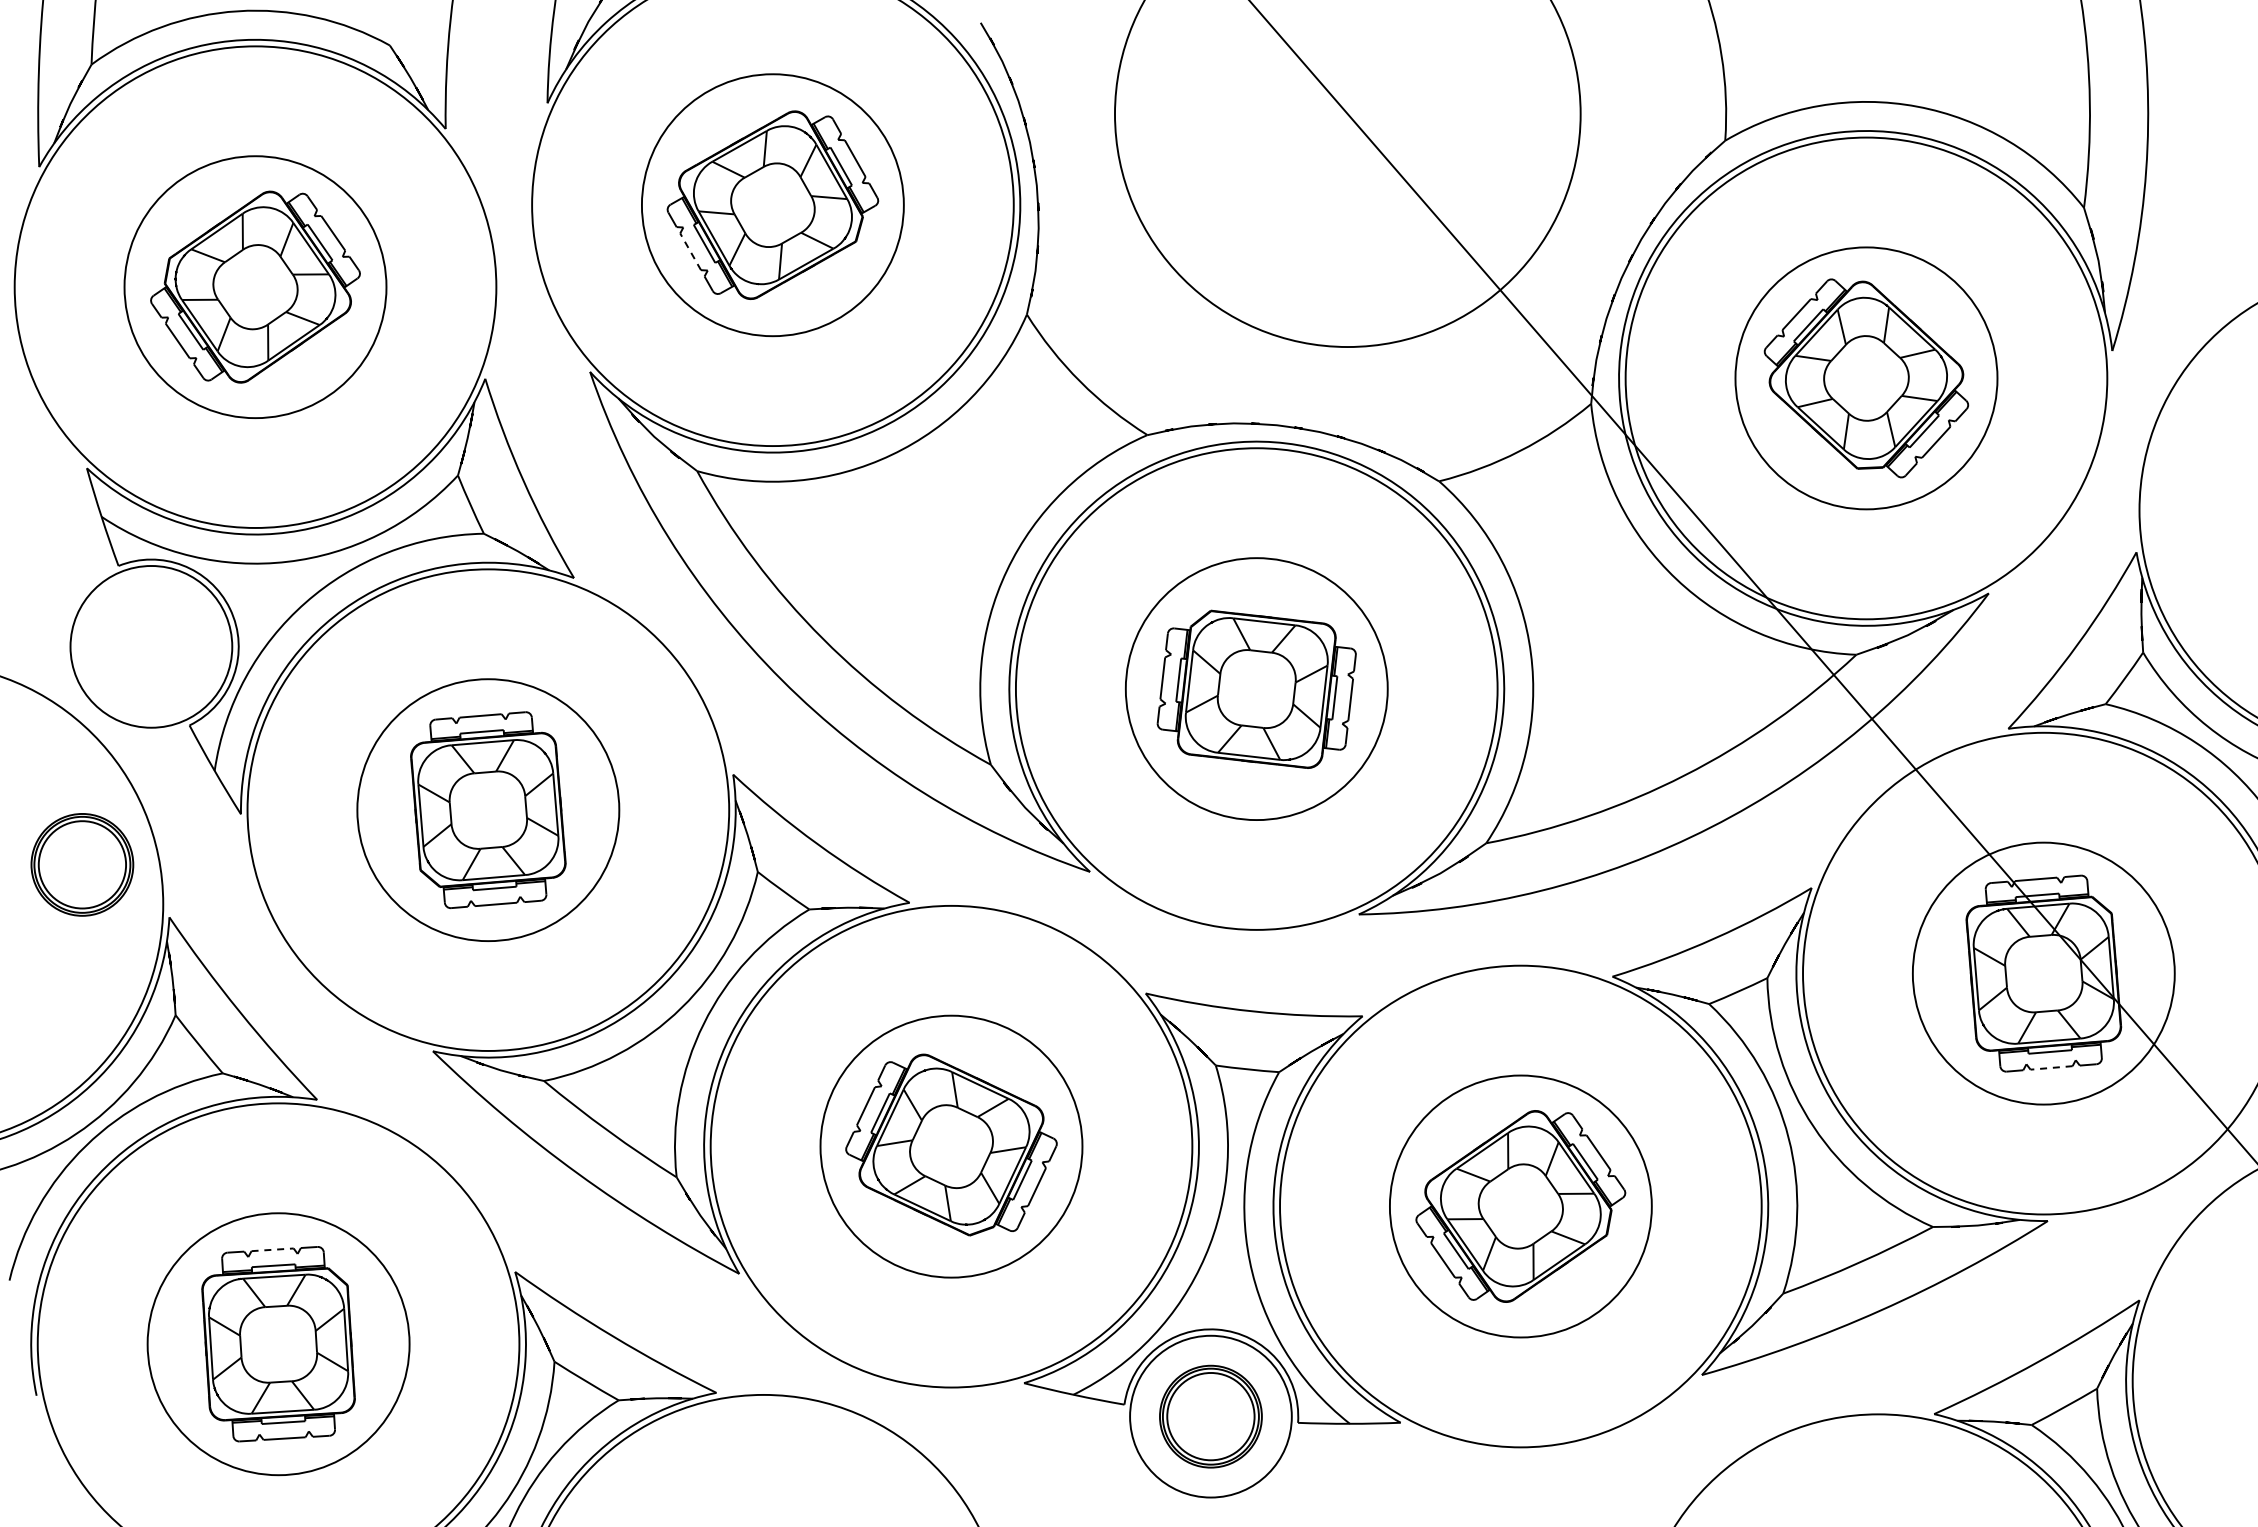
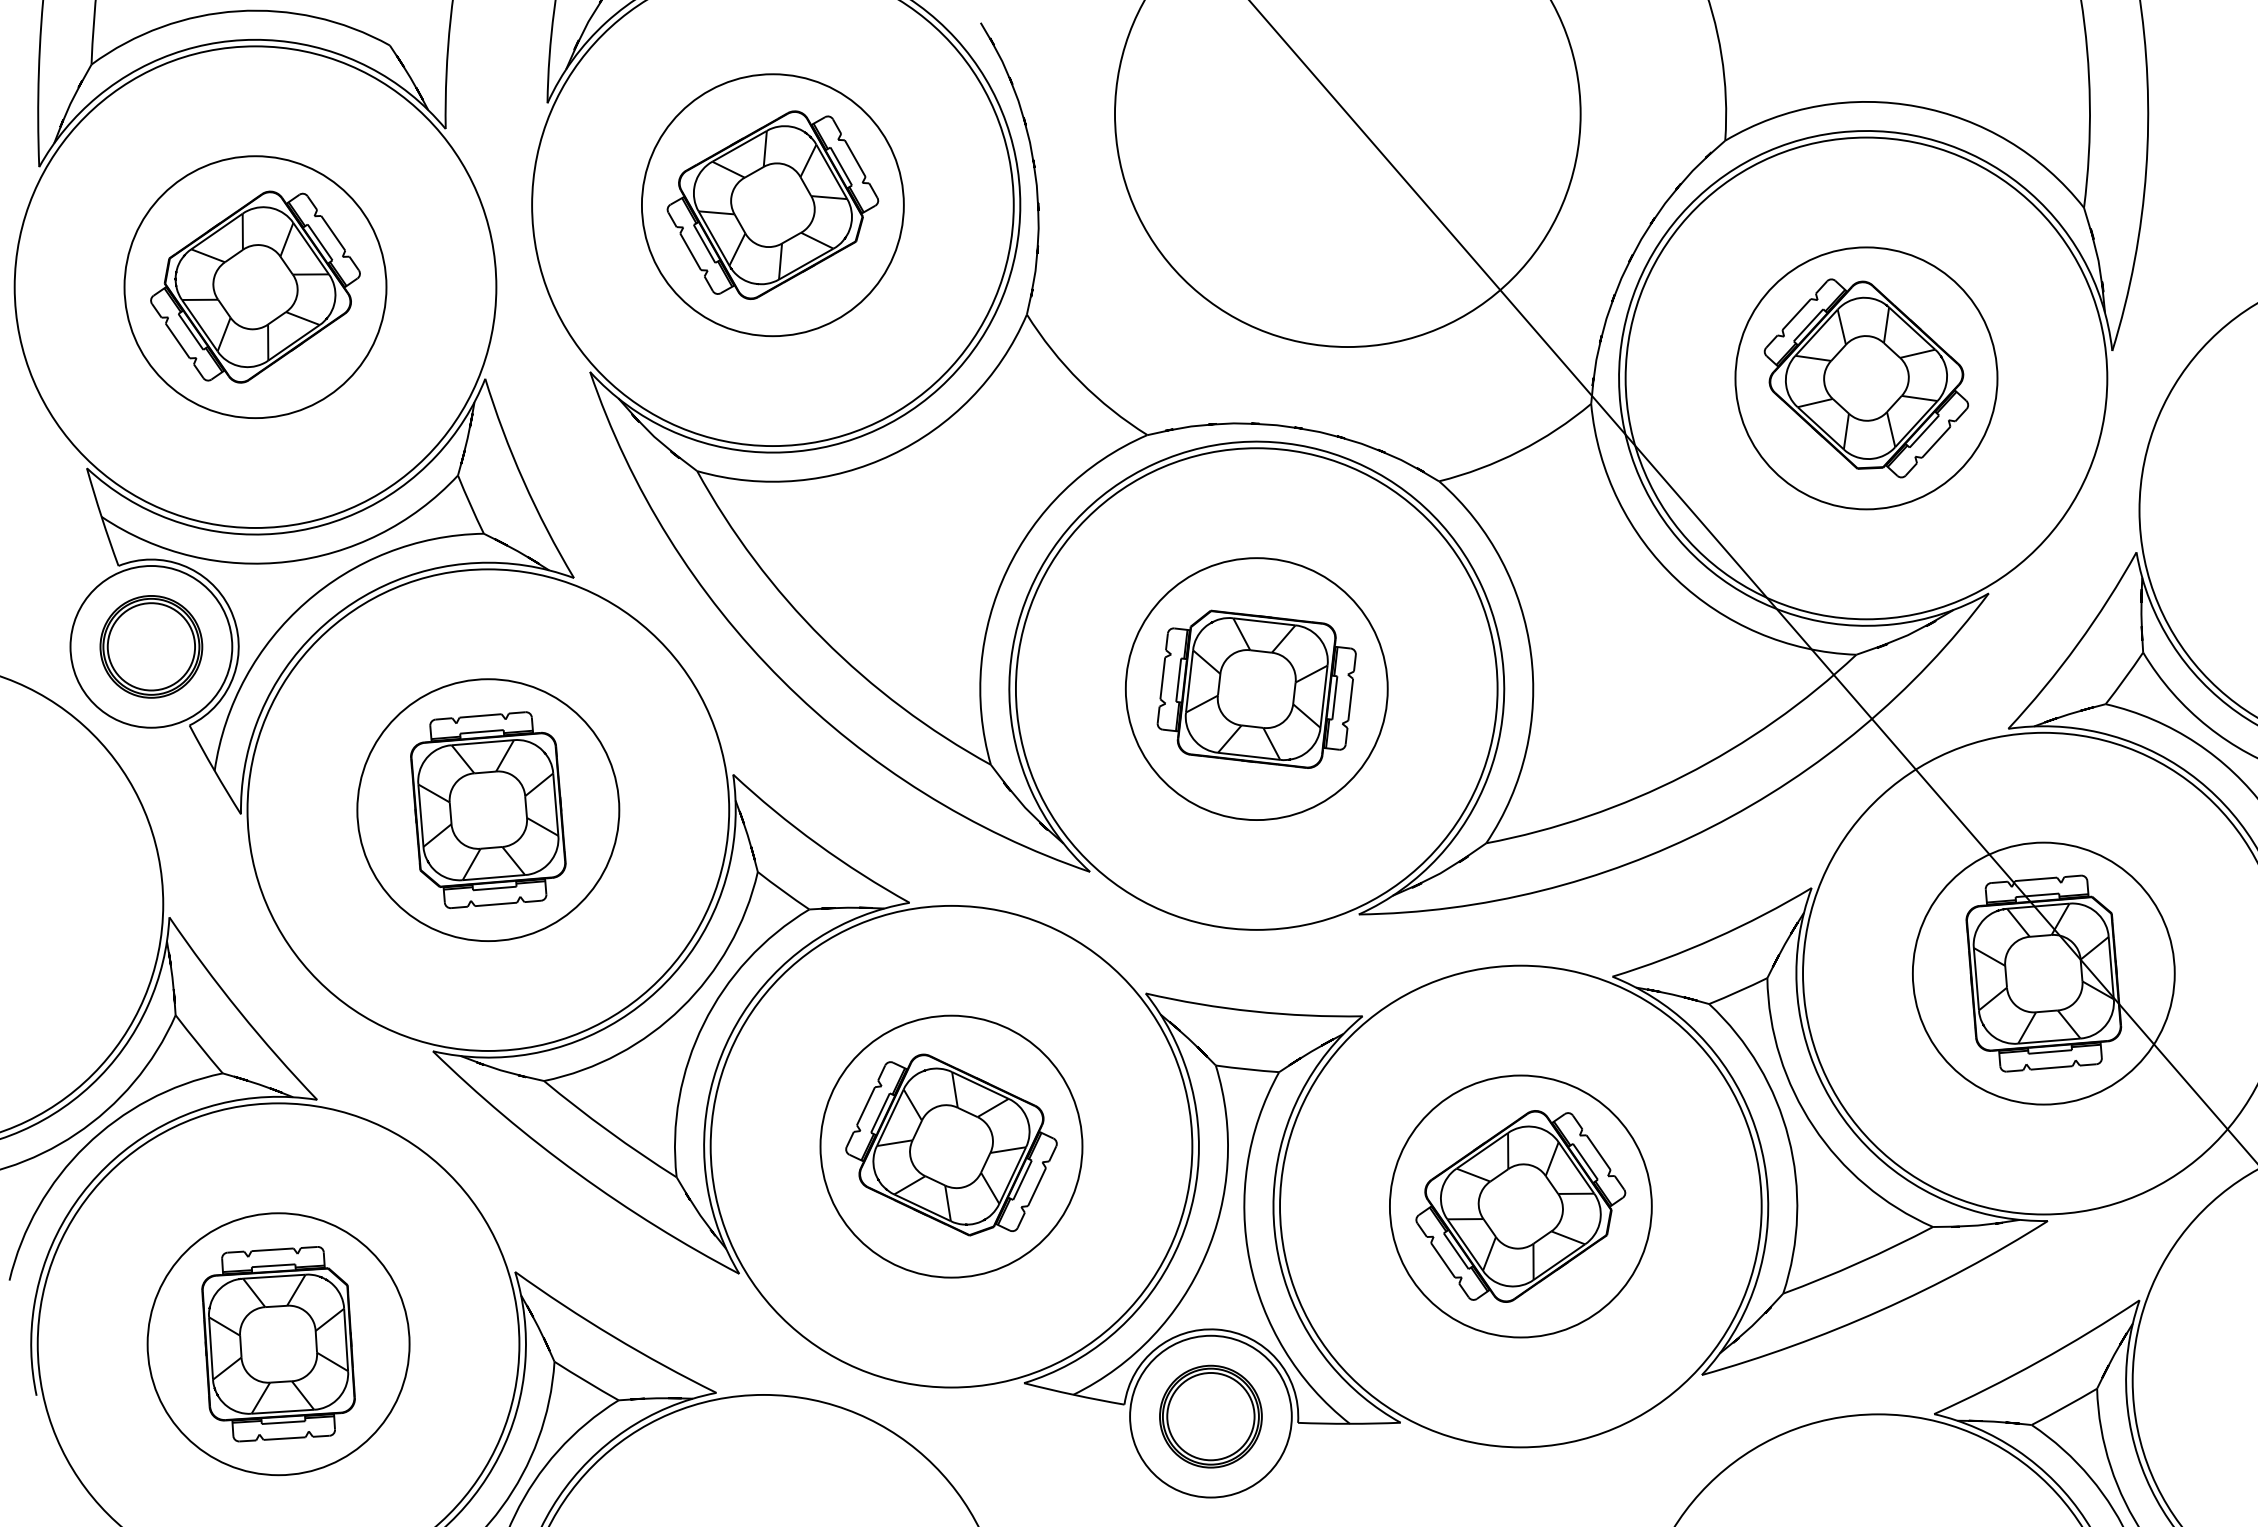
line at (690, 251): dashed -> solid
part at (82, 864) position: (82, 864) -> (151, 646)
line at (2051, 1067): dashed -> solid
line at (273, 1249): dashed -> solid
